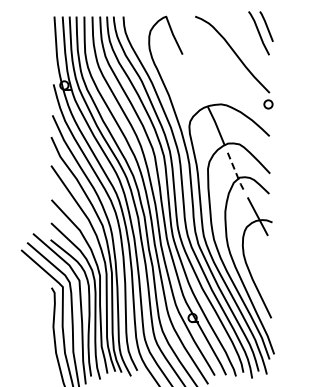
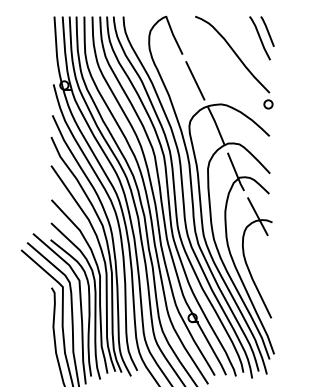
part at (260, 33) position: (260, 33) -> (261, 38)
line at (195, 80): none -> present
line at (236, 173): dashed -> solid
